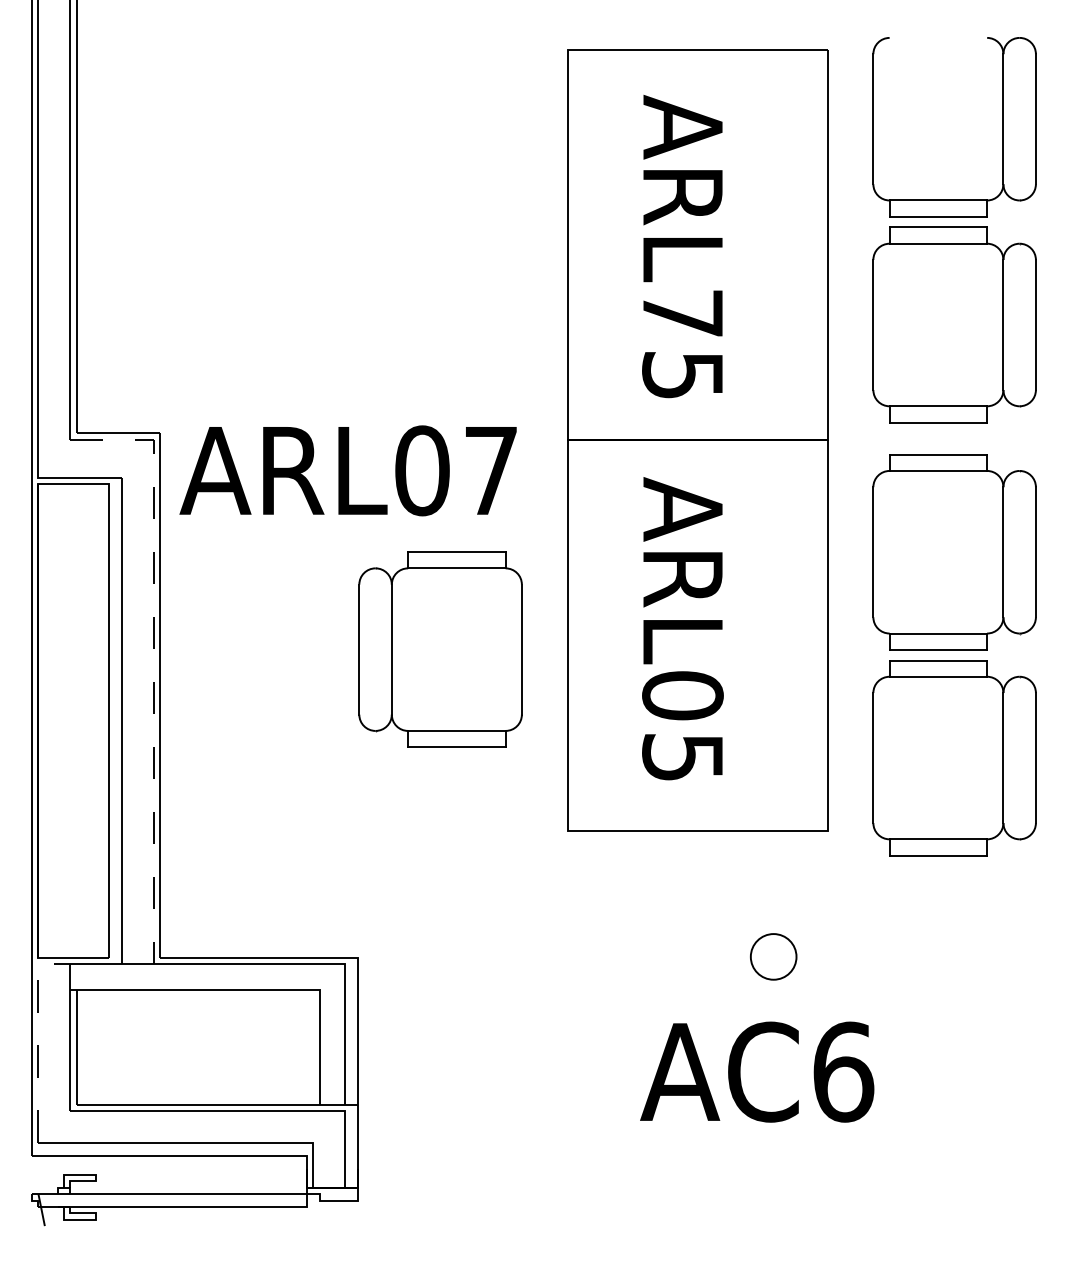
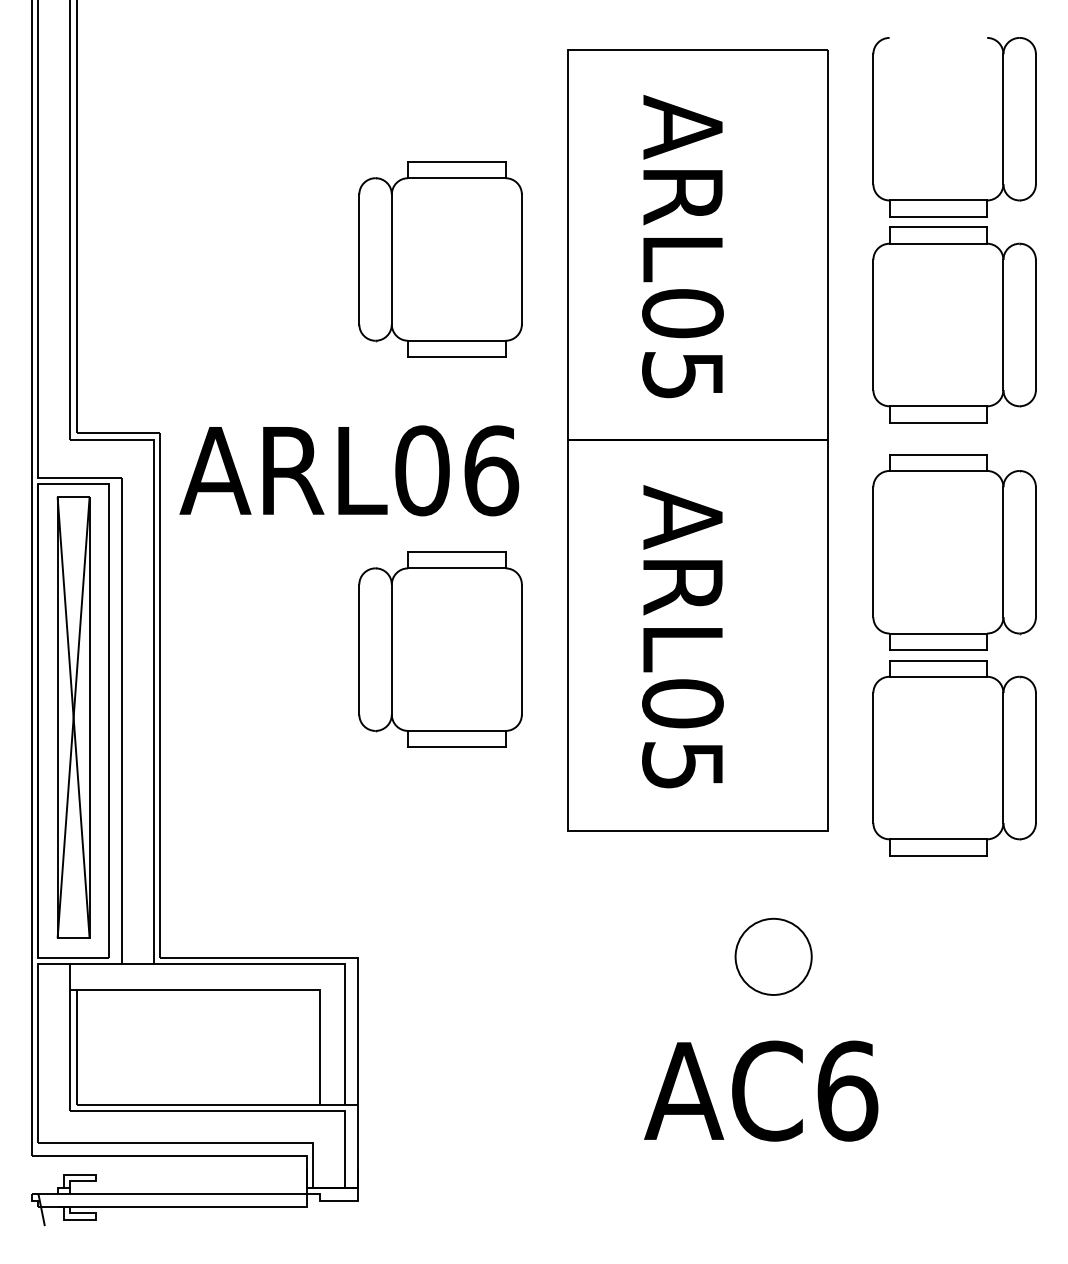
part at (440, 259): none -> present
text at (682, 313): ARL75 -> ARL05
text at (491, 470): ARL07 -> ARL06
text at (682, 628) position: (682, 628) -> (682, 636)
line at (153, 659): dashed -> solid
part at (73, 717): none -> present
circle at (773, 956) diameter: 46 px -> 76 px
line at (38, 1036): dashed -> solid
text at (757, 1071) position: (757, 1071) -> (761, 1090)
